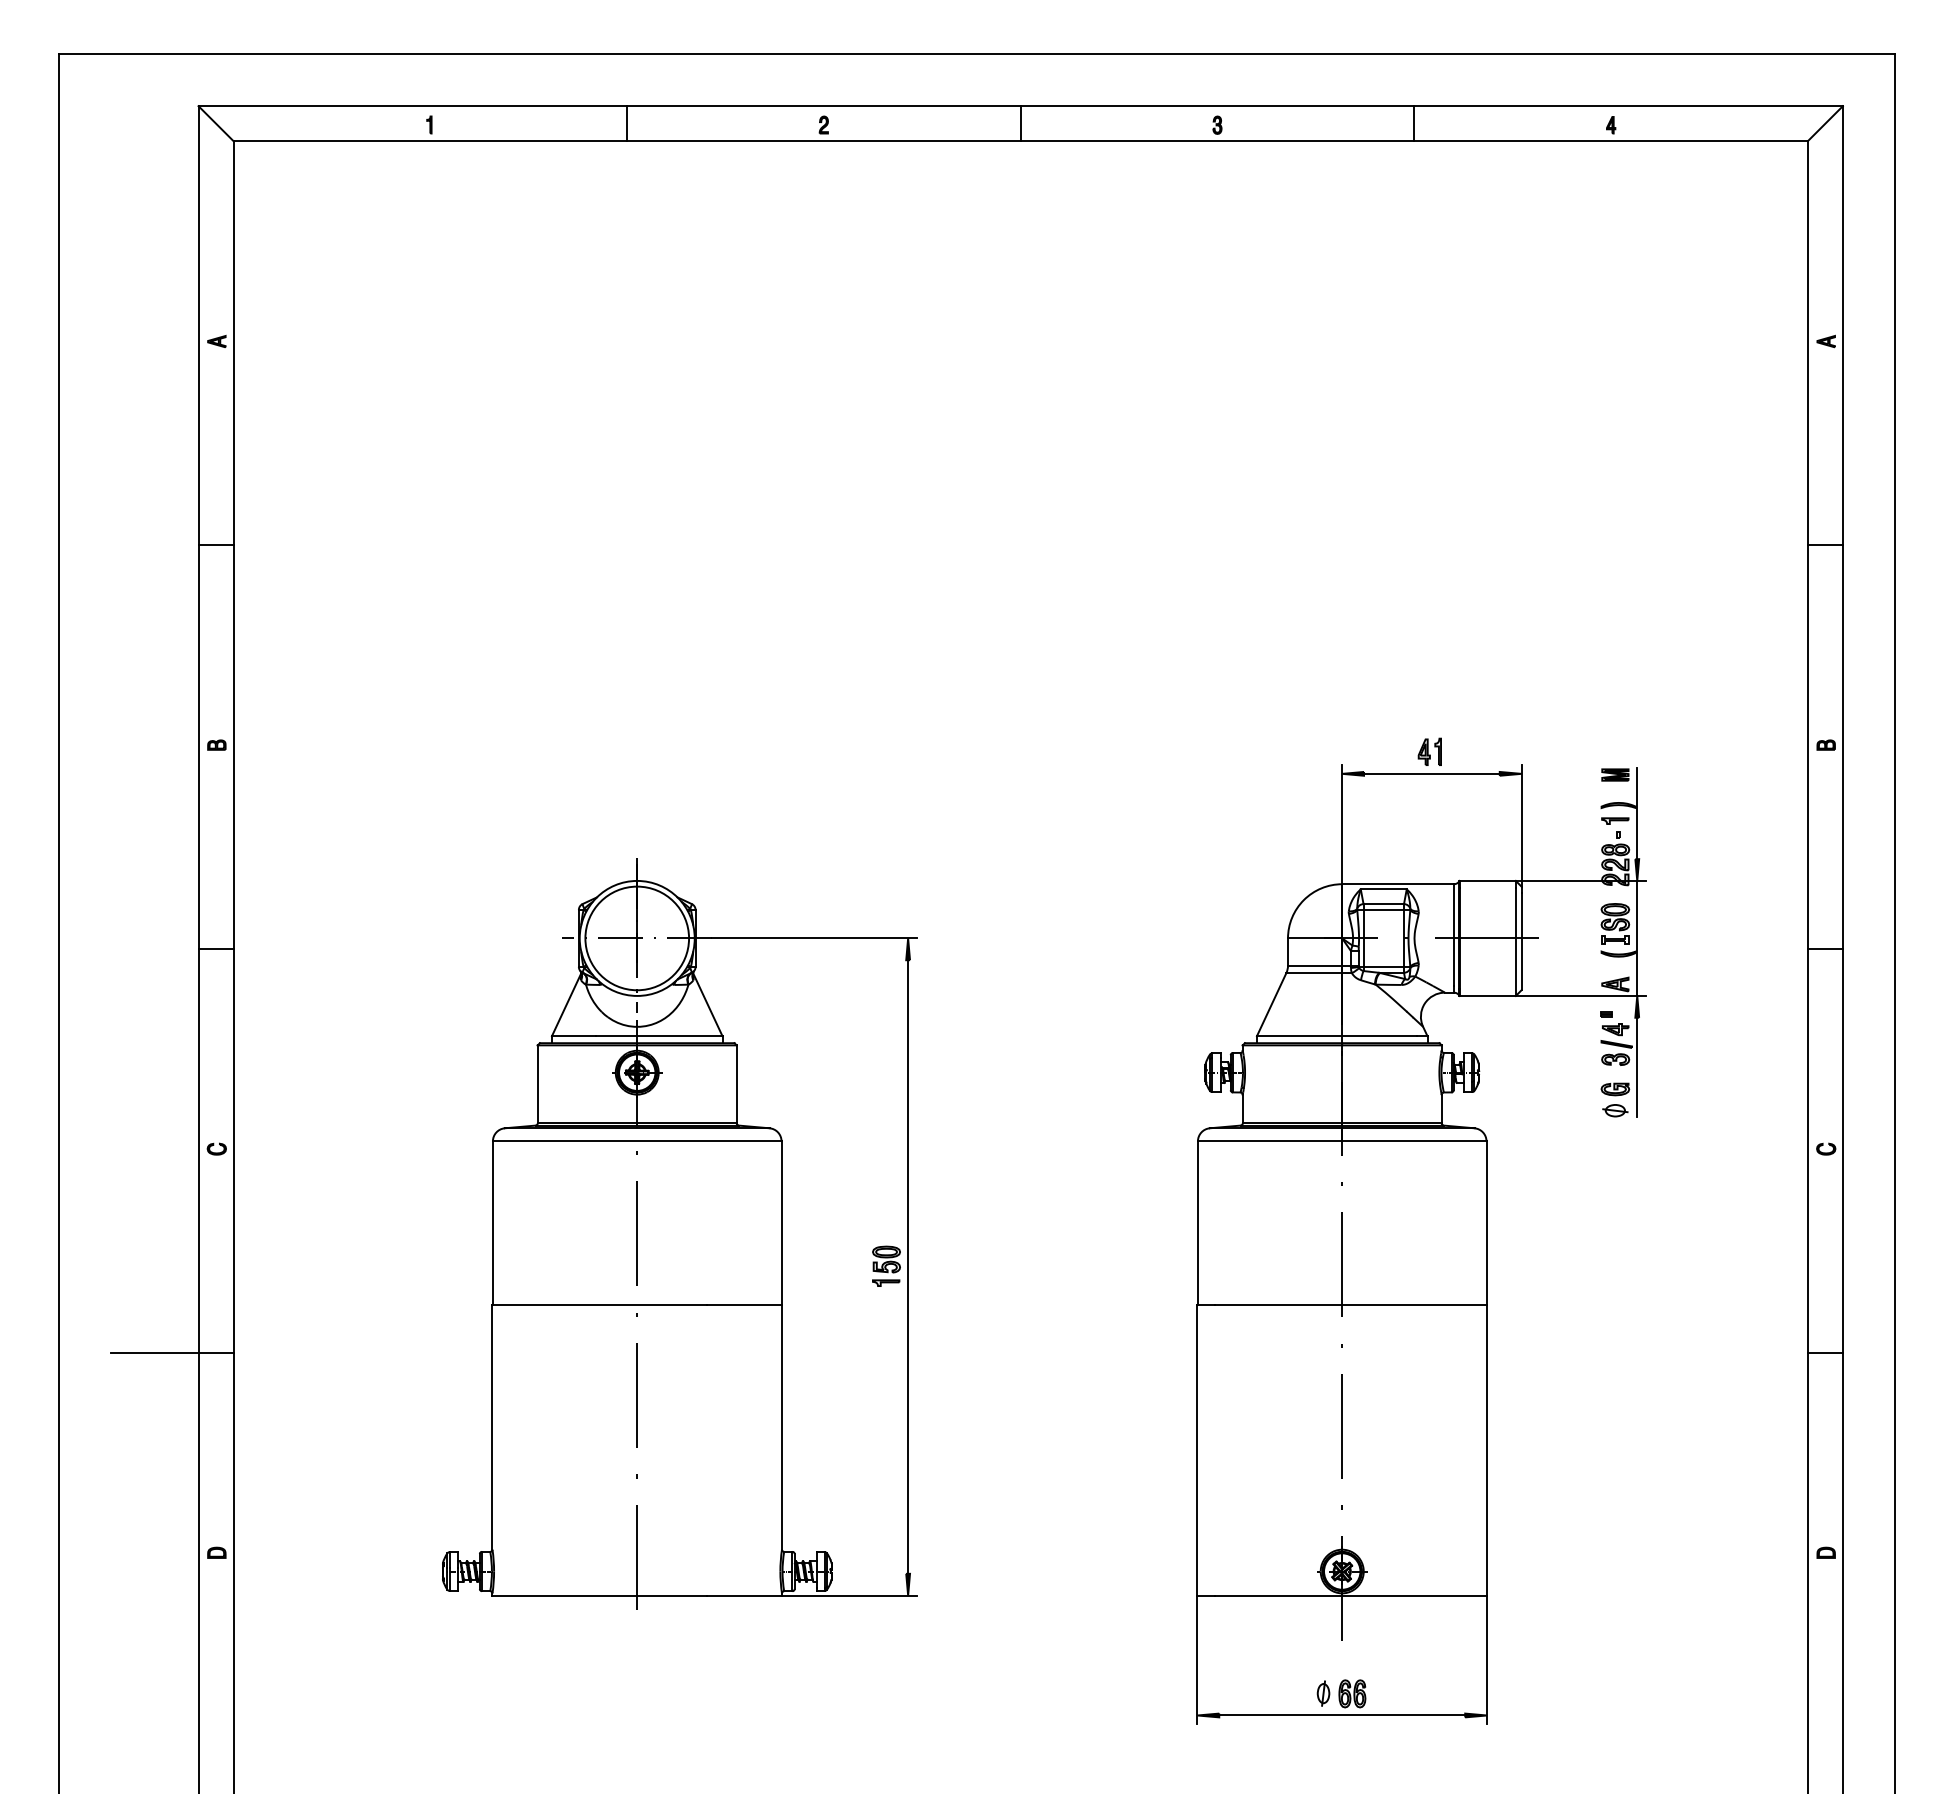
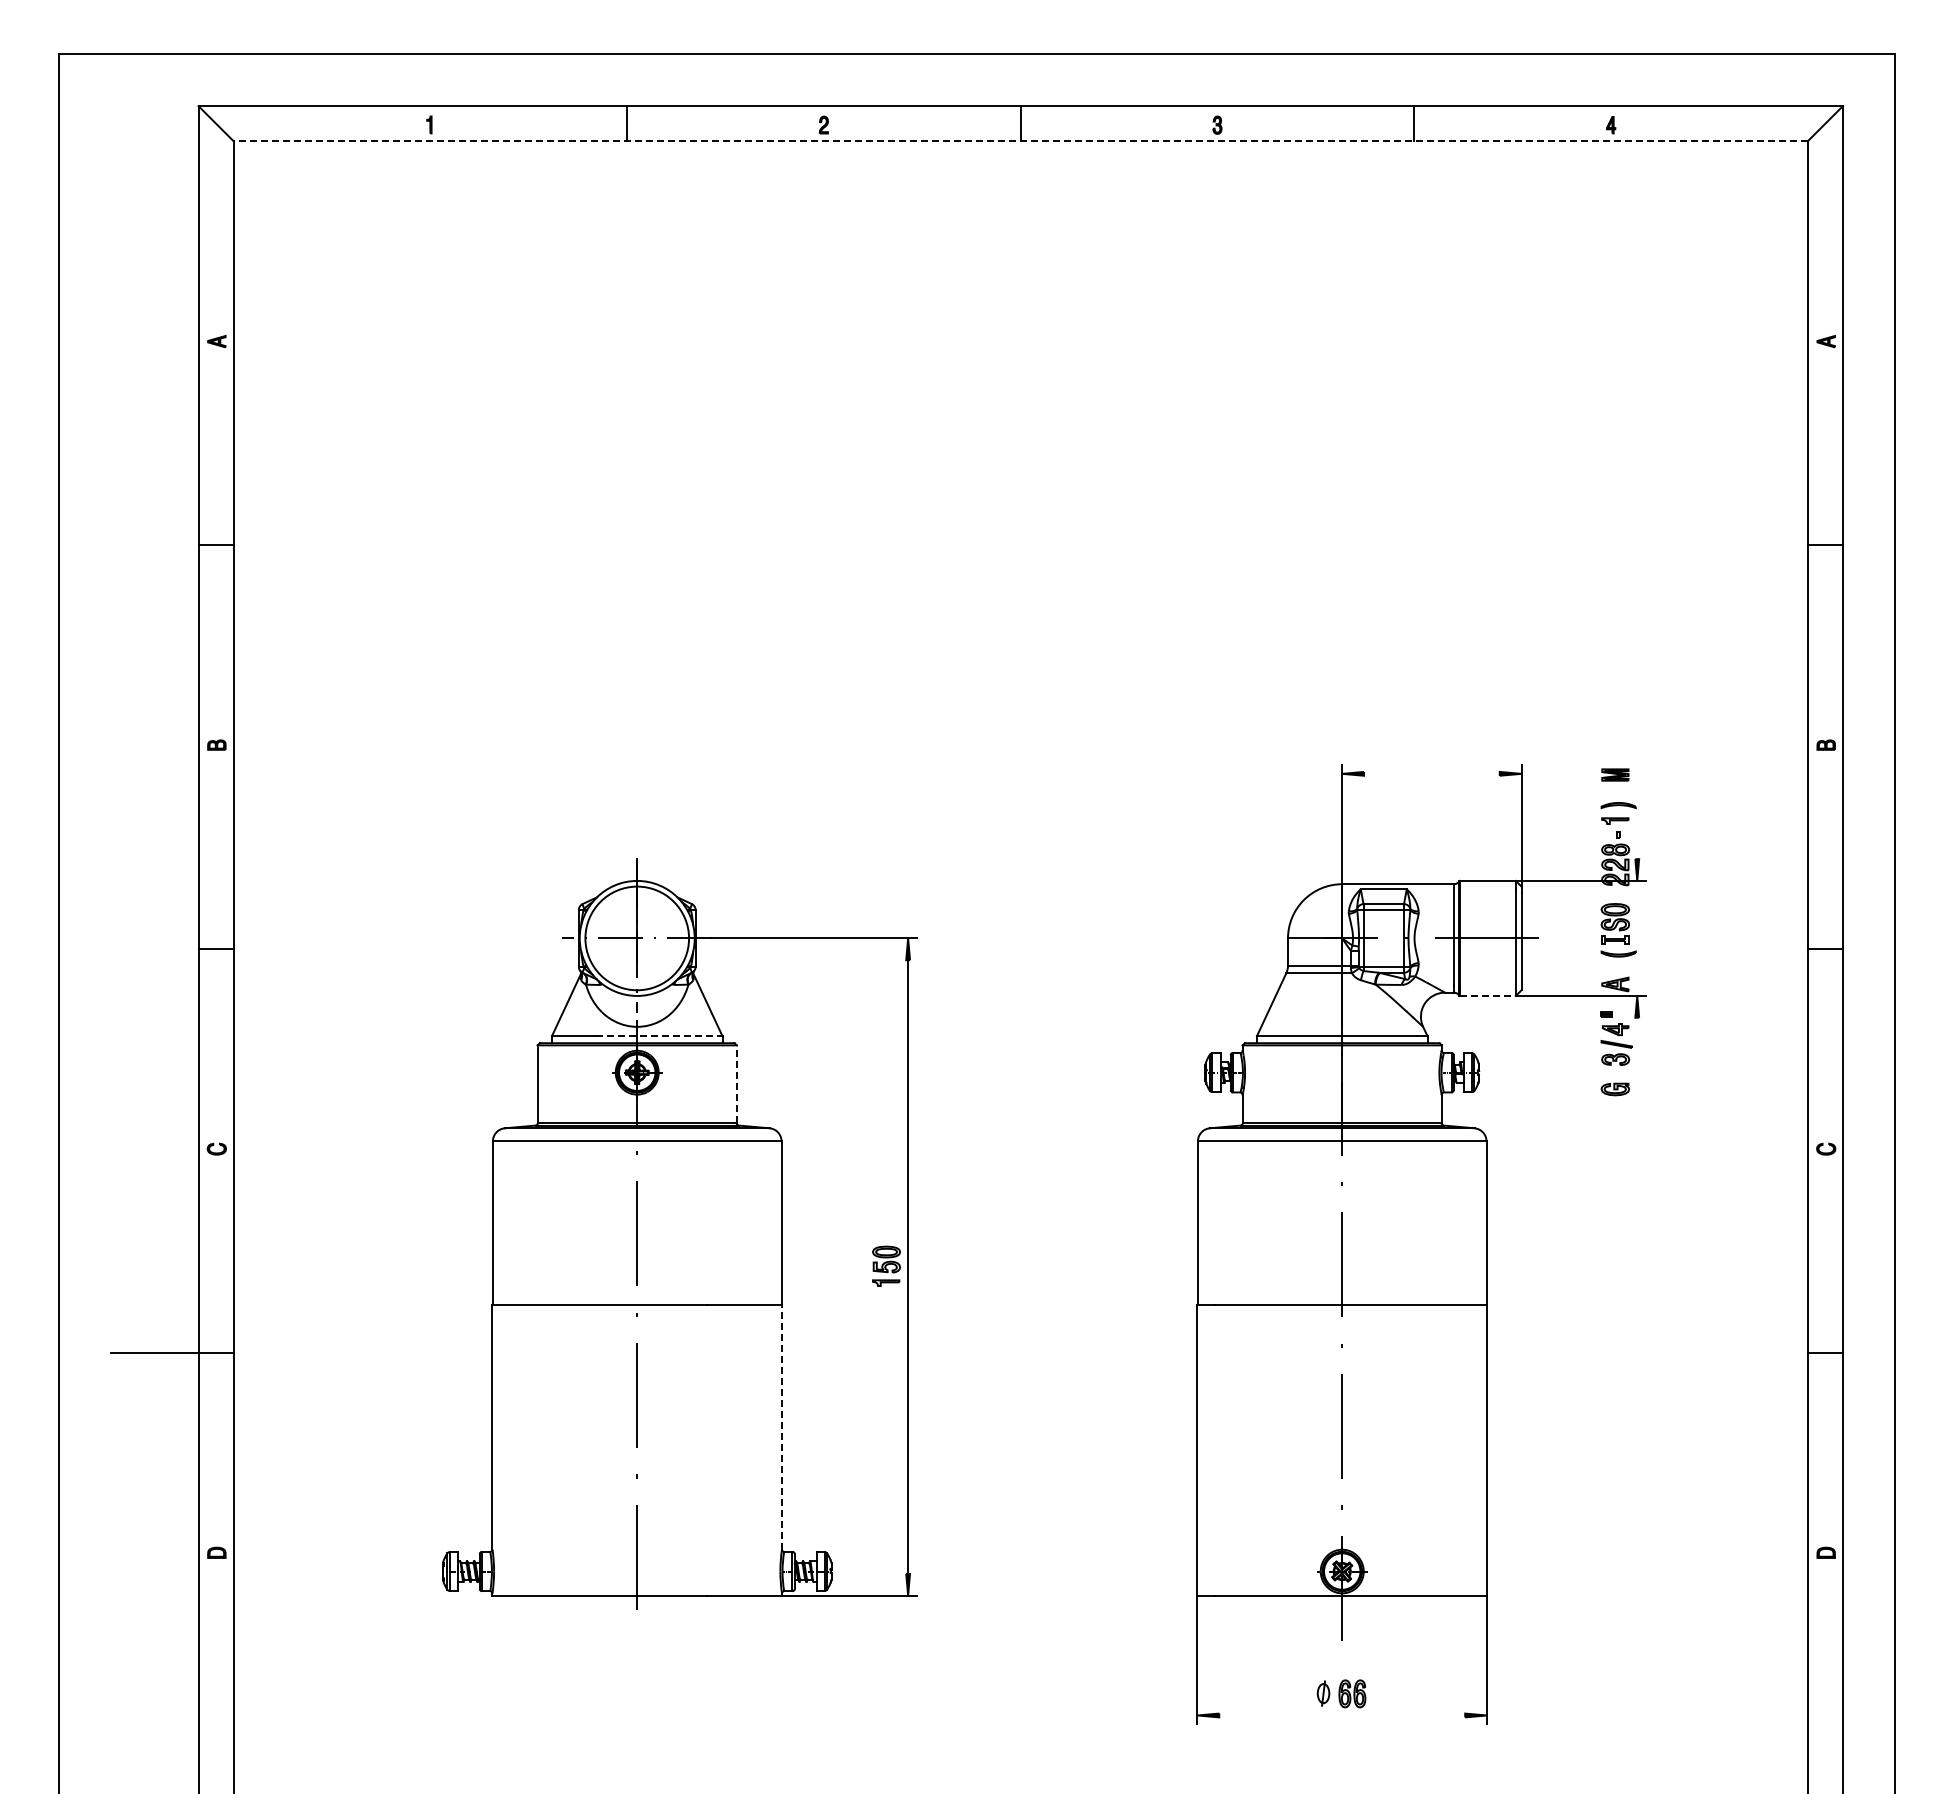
line at (1020, 141): solid -> dashed
part at (1429, 751): present -> none
line at (1431, 773): present -> none
line at (1637, 813): present -> none
line at (1637, 937): present -> none
line at (1488, 995): solid -> dashed
line at (659, 1036): solid -> dashed
line at (1637, 1066): present -> none
line at (736, 1083): solid -> dashed
part at (1615, 1110): present -> none
line at (781, 1426): solid -> dashed
line at (1342, 1715): present -> none
